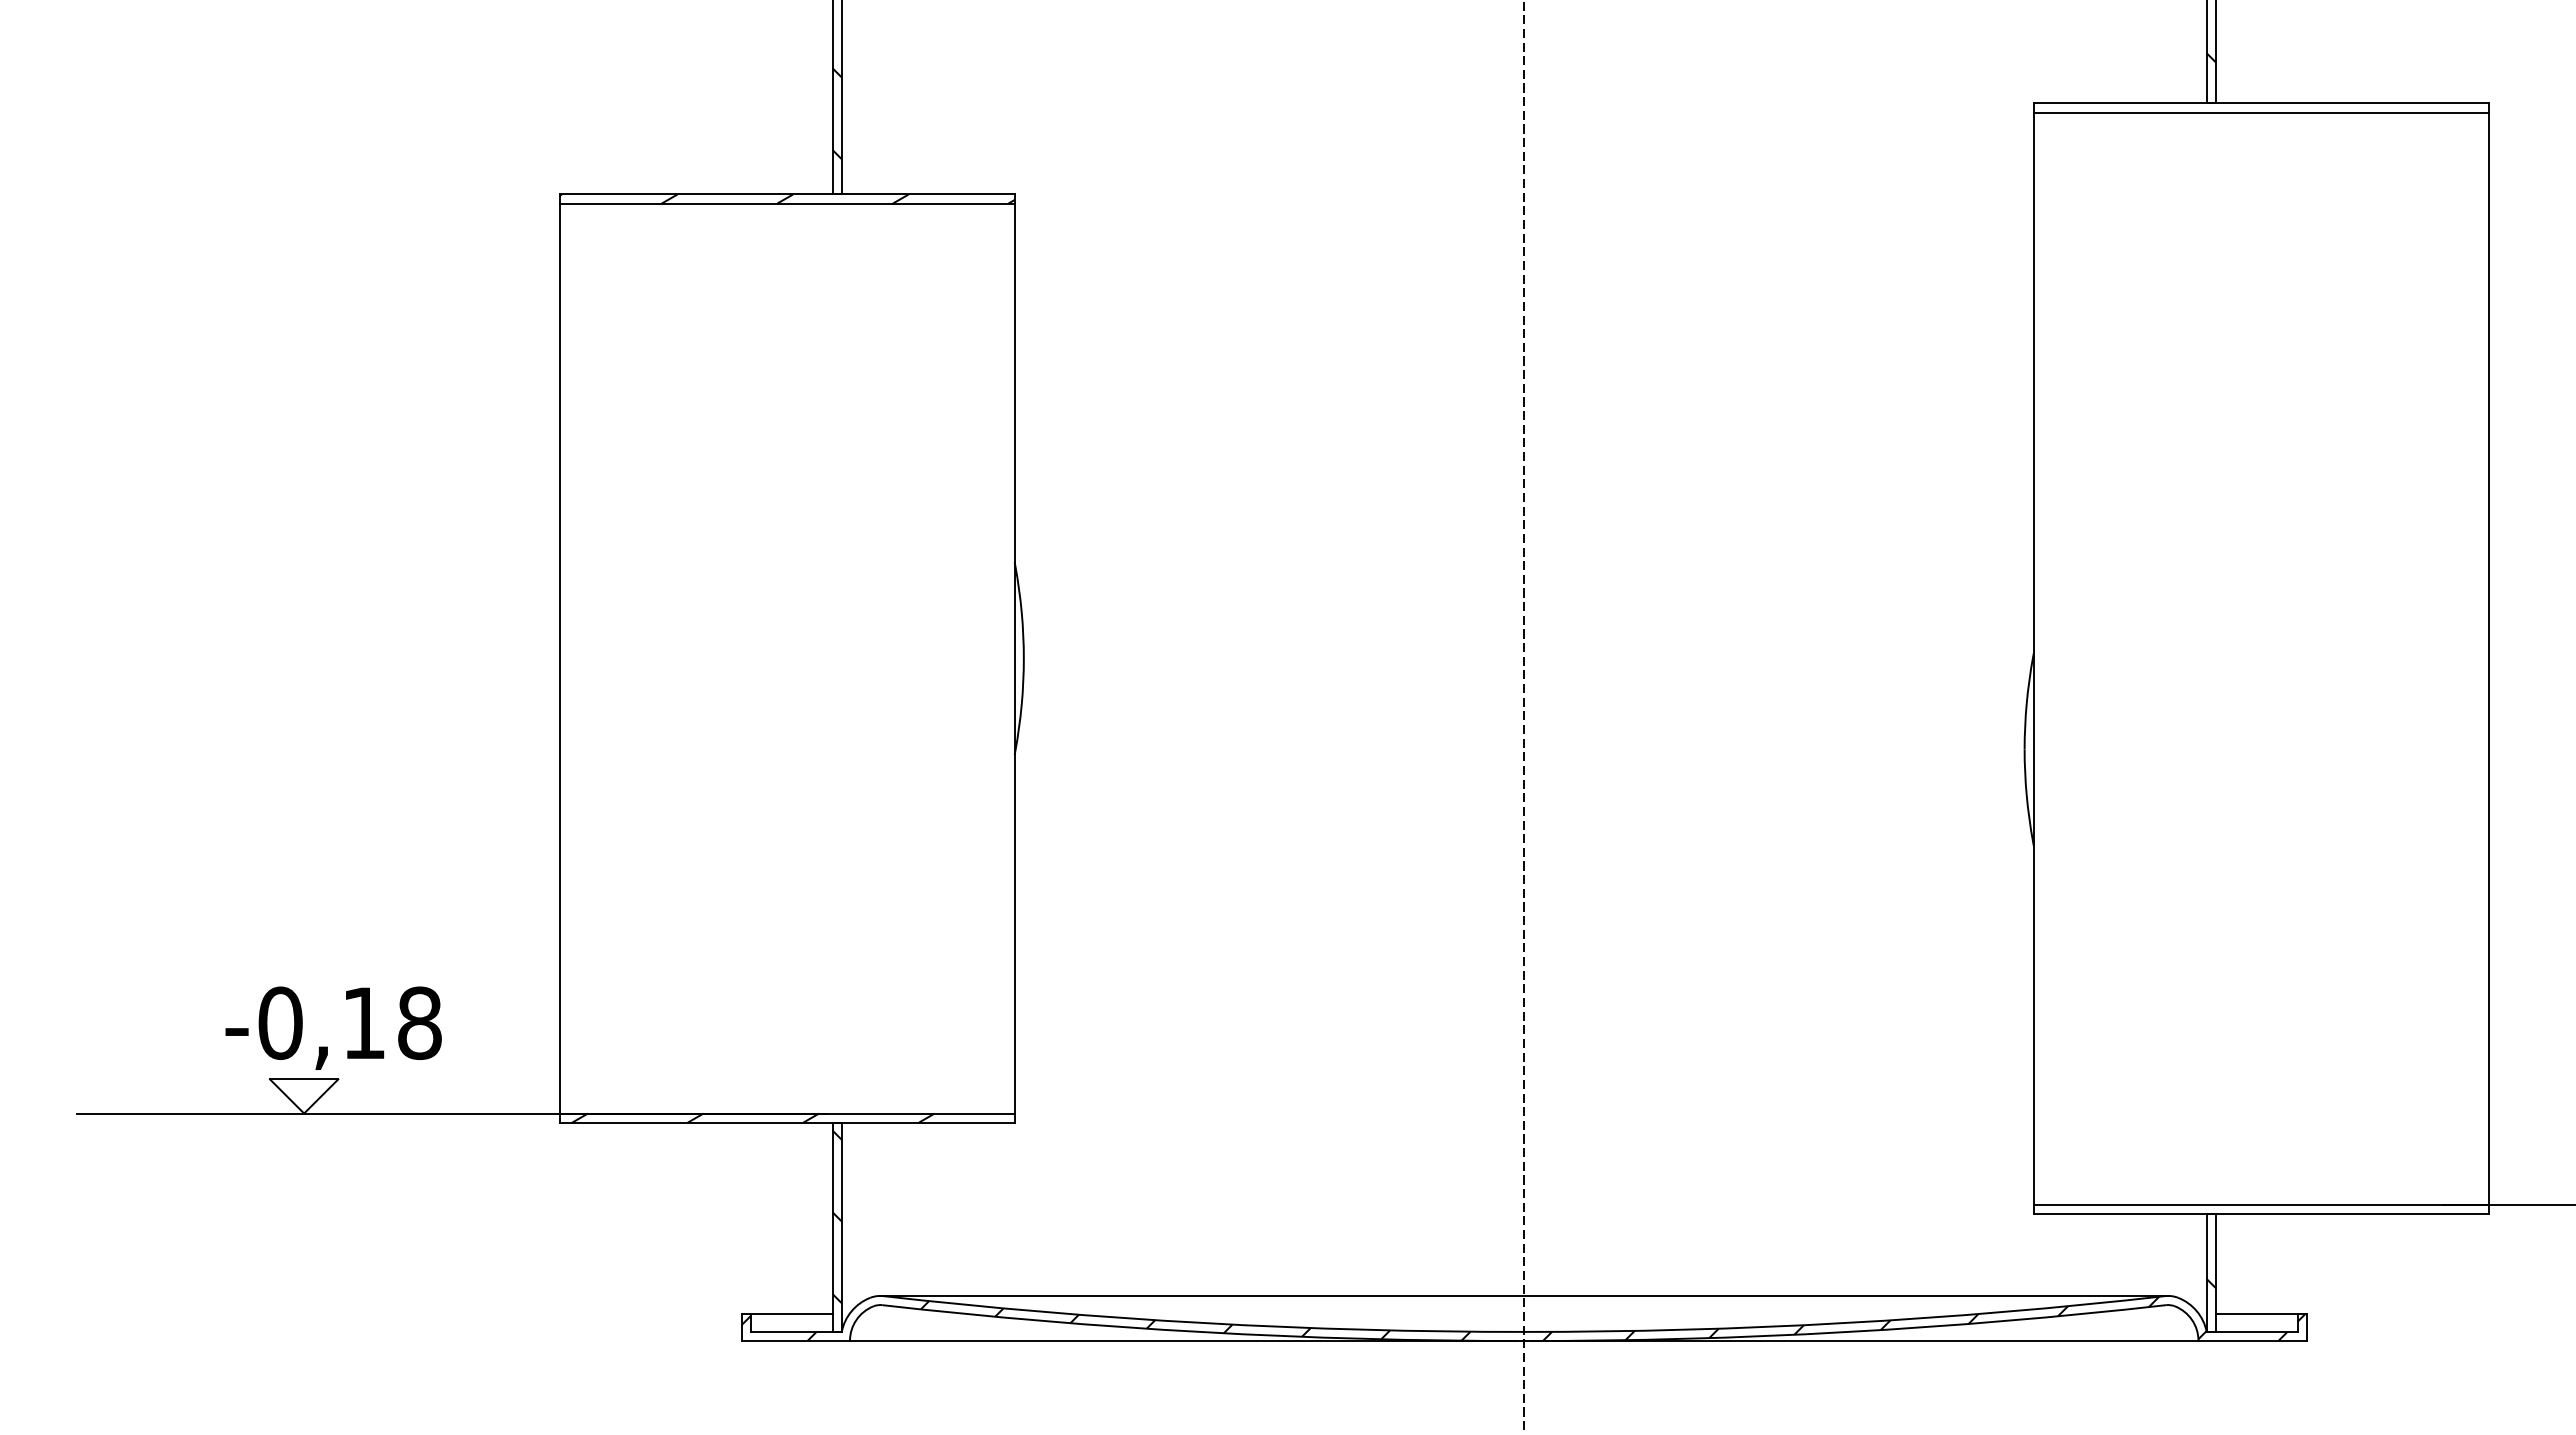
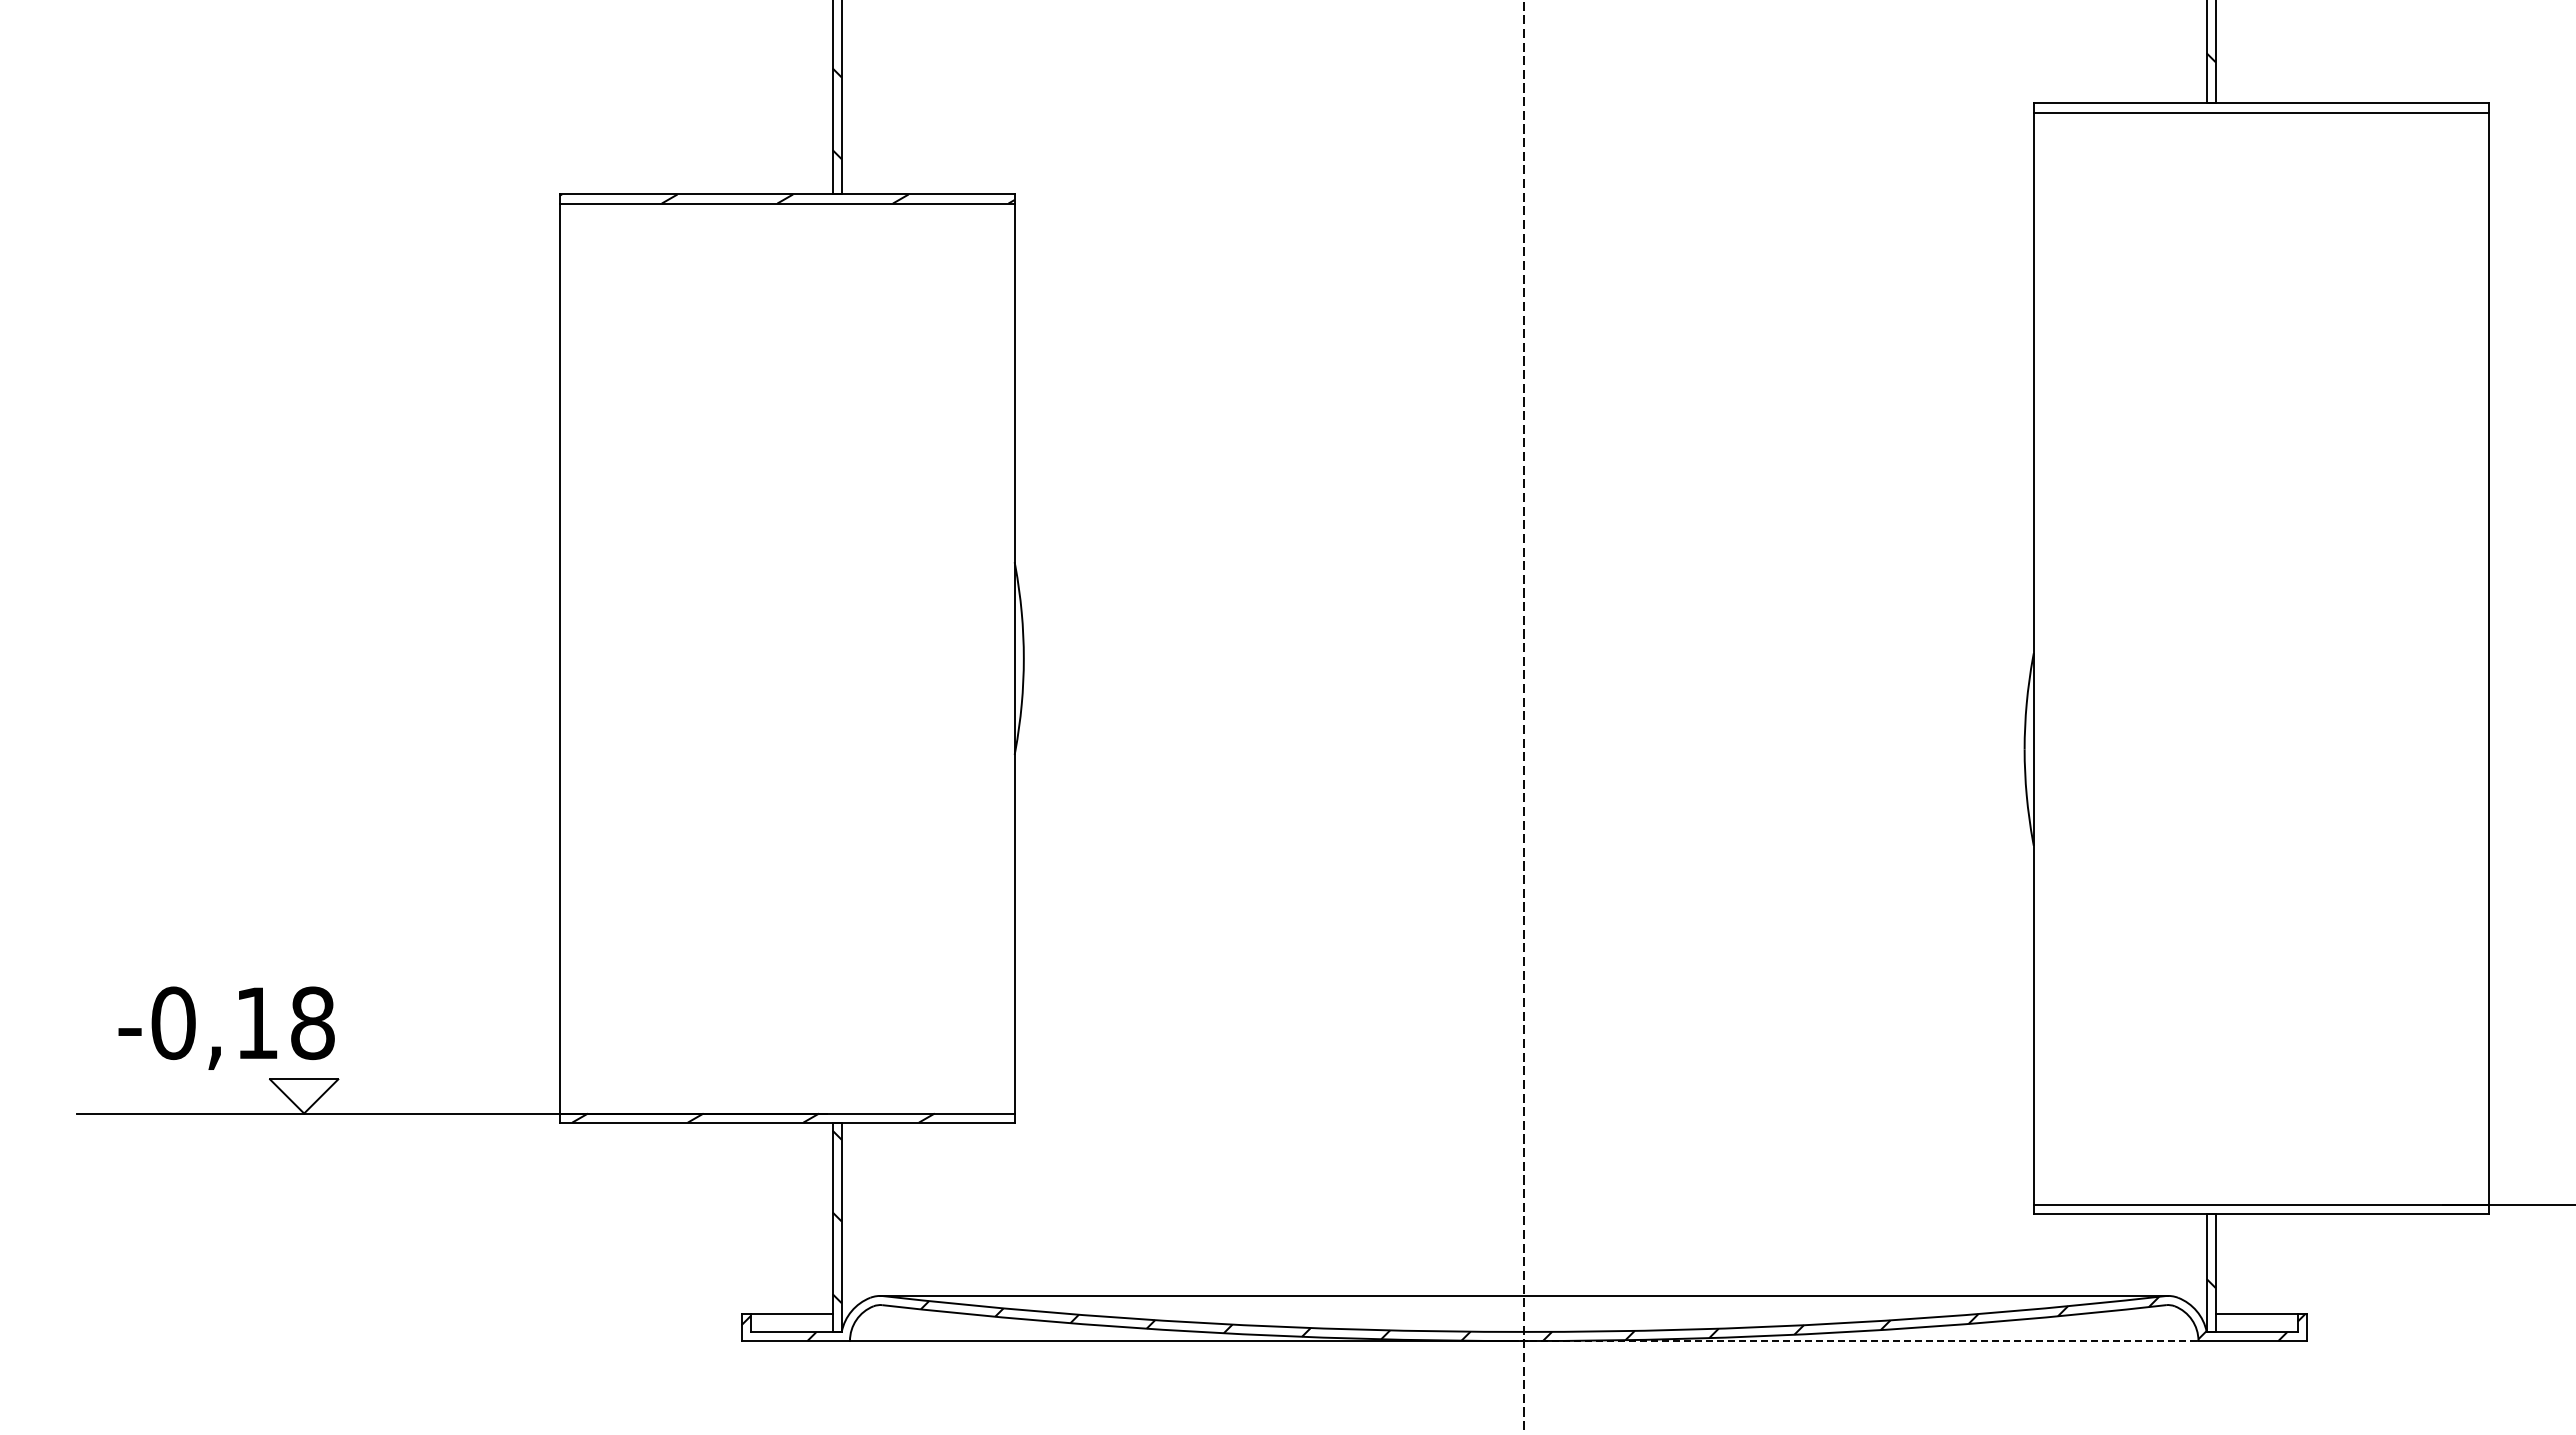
text at (333, 1027) position: (333, 1027) -> (226, 1027)
line at (1864, 1341): solid -> dashed
